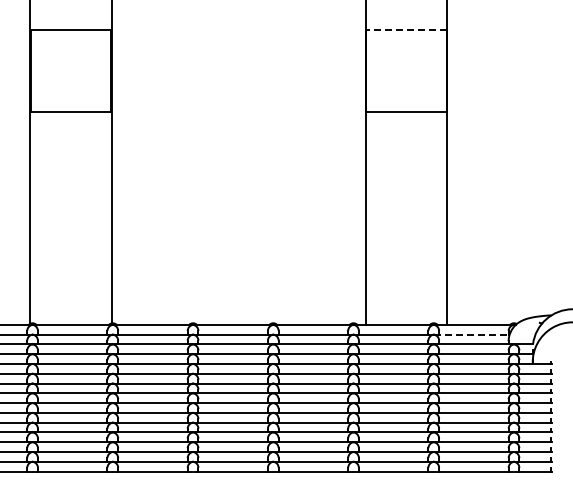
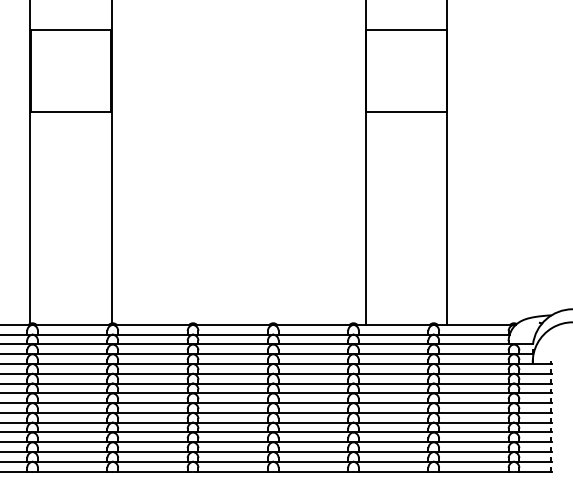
line at (405, 30): dashed -> solid
line at (472, 334): dashed -> solid
